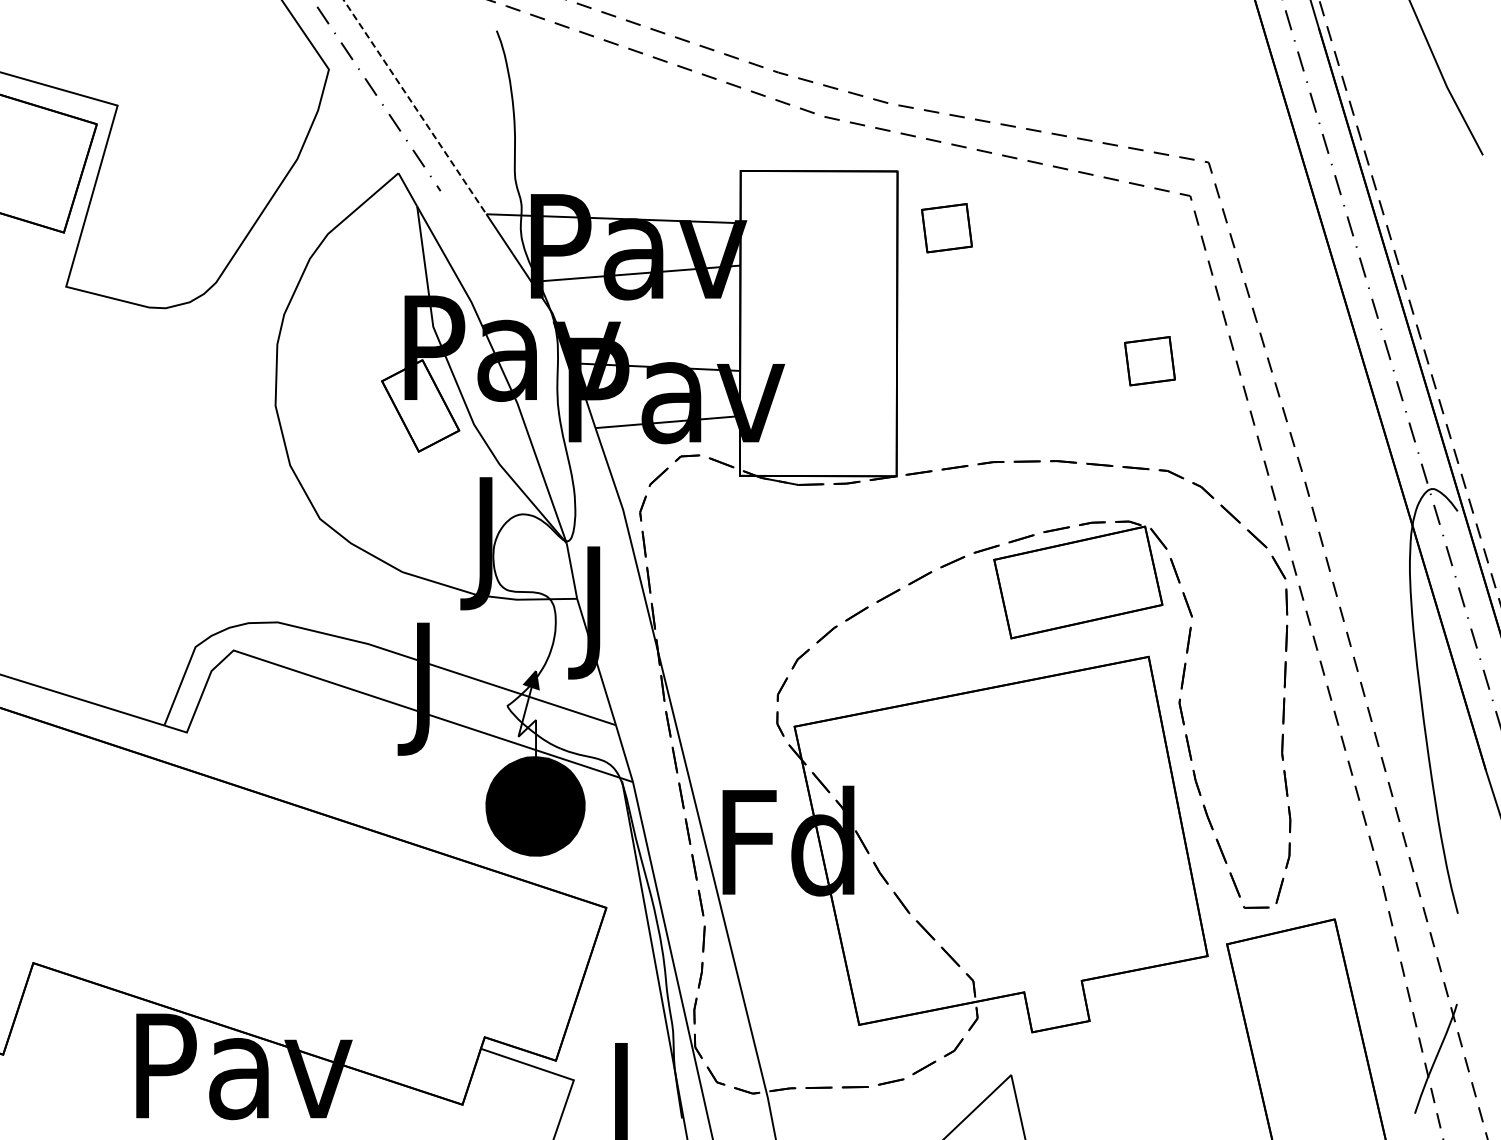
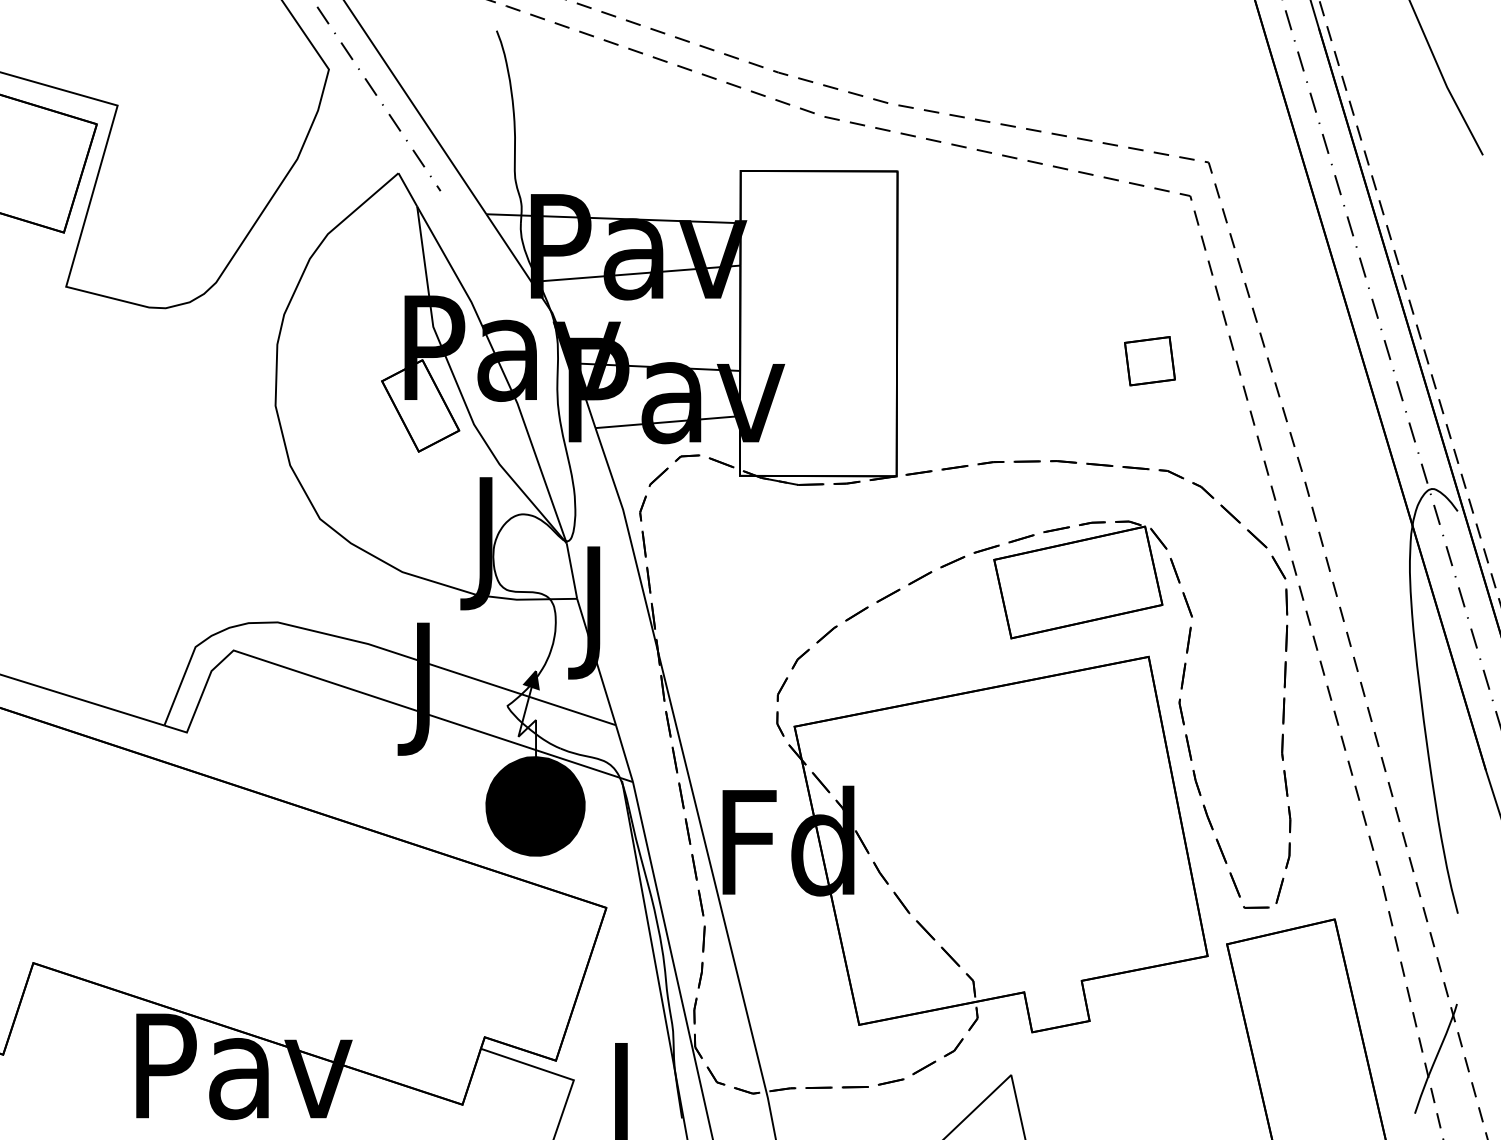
line at (415, 107): dashed -> solid
part at (946, 228): present -> none
